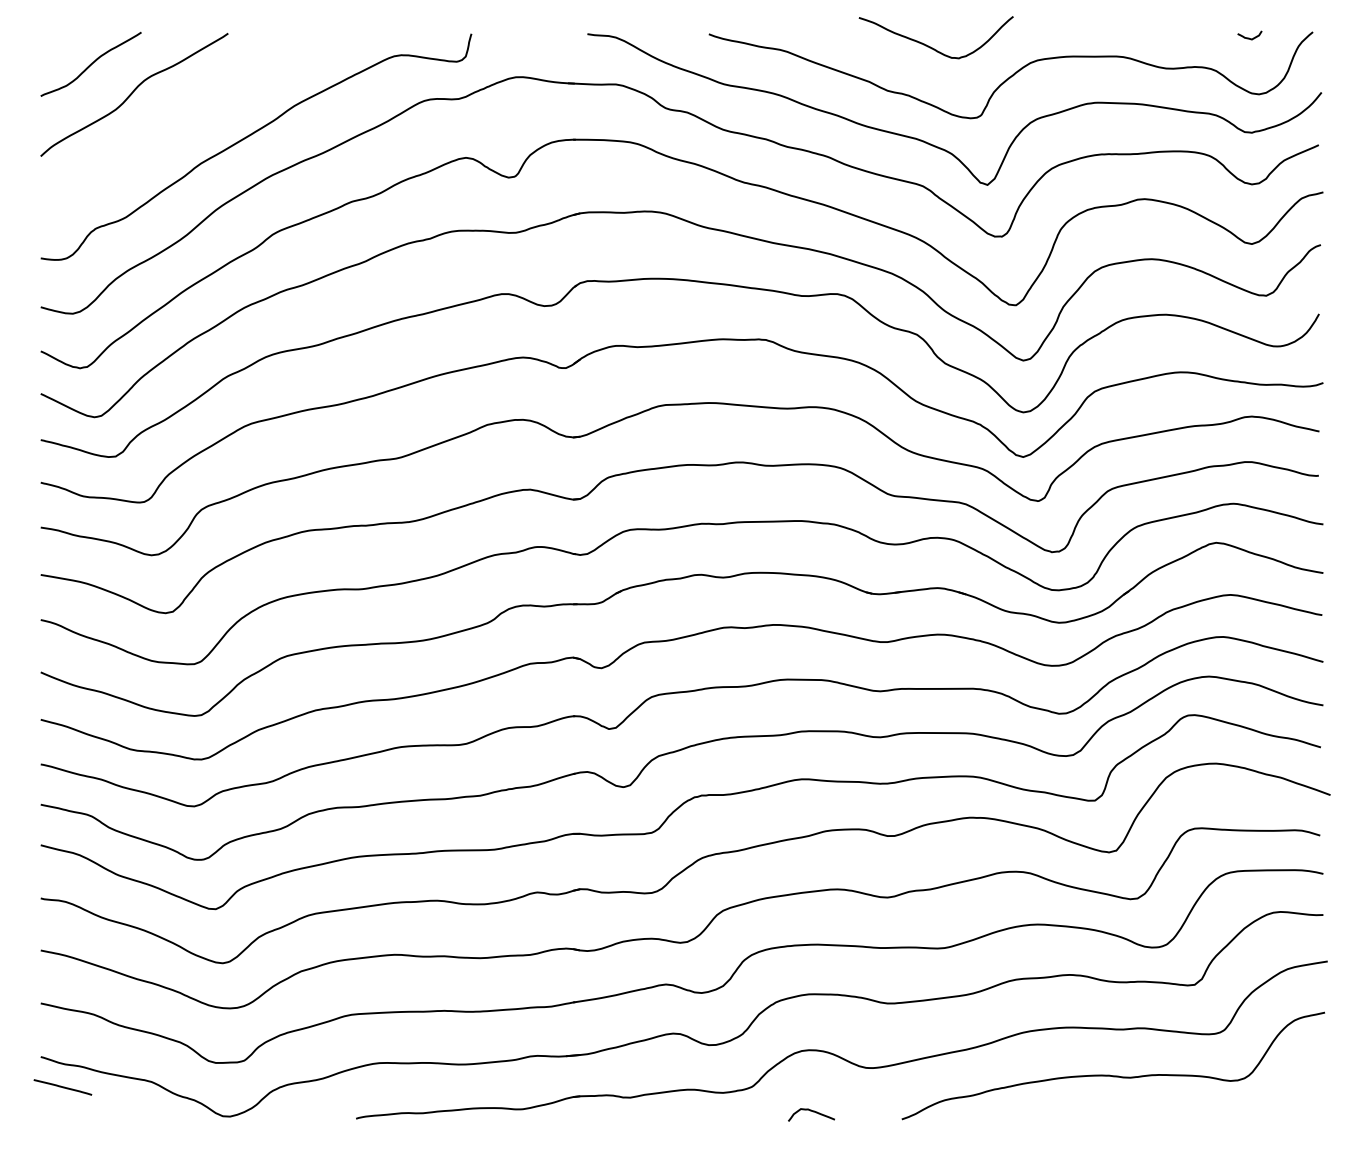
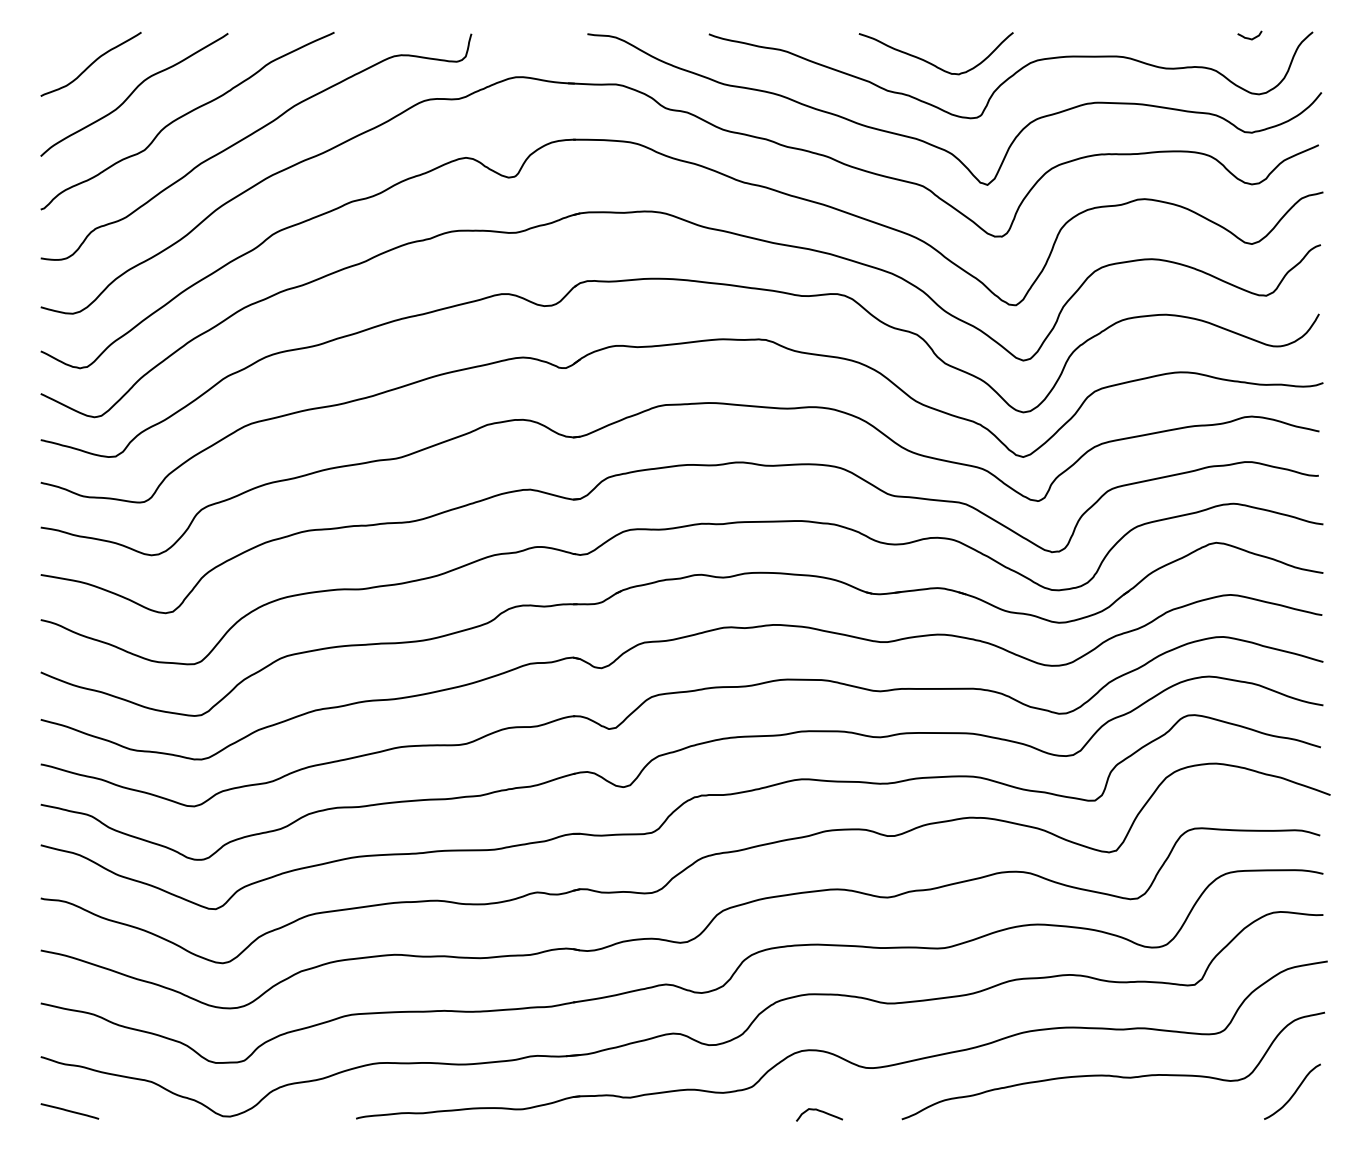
curve at (930, 46) position: (930, 46) -> (930, 62)
curve at (184, 116): none -> present
line at (62, 1087) position: (62, 1087) -> (69, 1111)
curve at (1294, 1091): none -> present
curve at (813, 1112) position: (813, 1112) -> (821, 1112)
